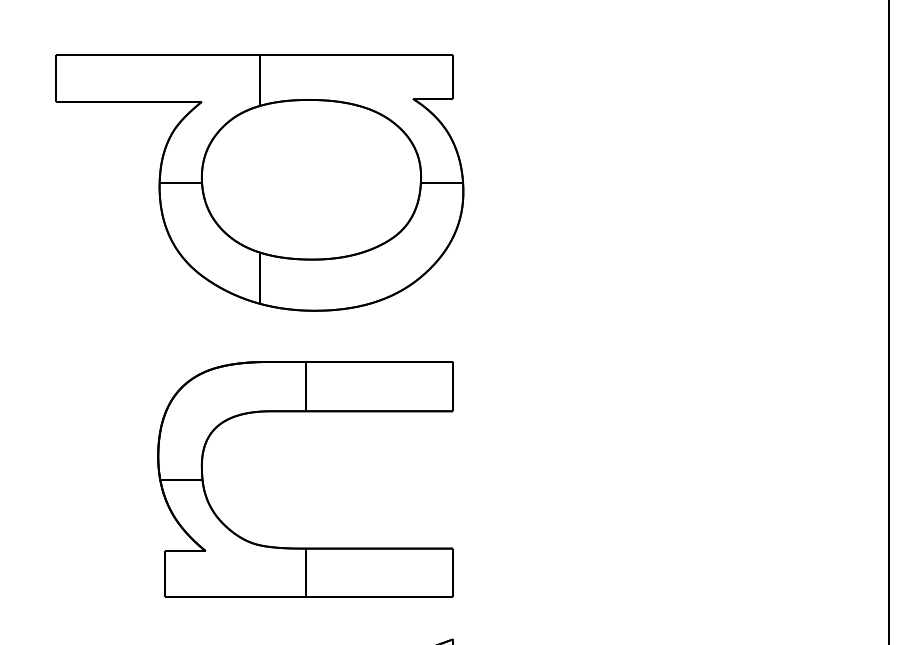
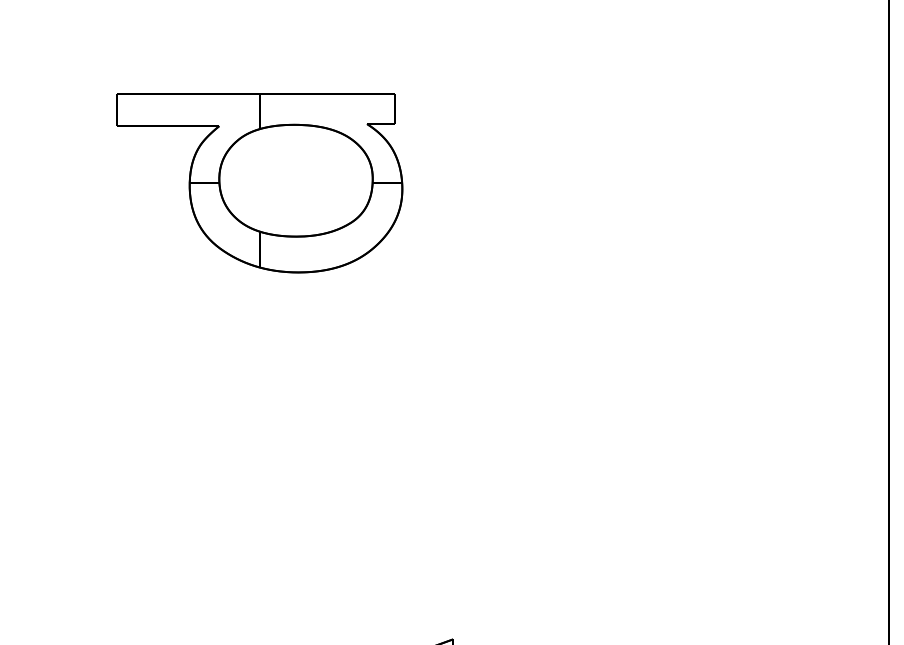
part at (259, 182) size: 410x258 px -> 288x181 px
part at (305, 412): present -> none
